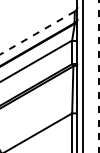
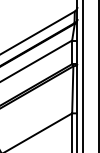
line at (37, 32): dashed -> solid
line at (98, 75): dashed -> solid
